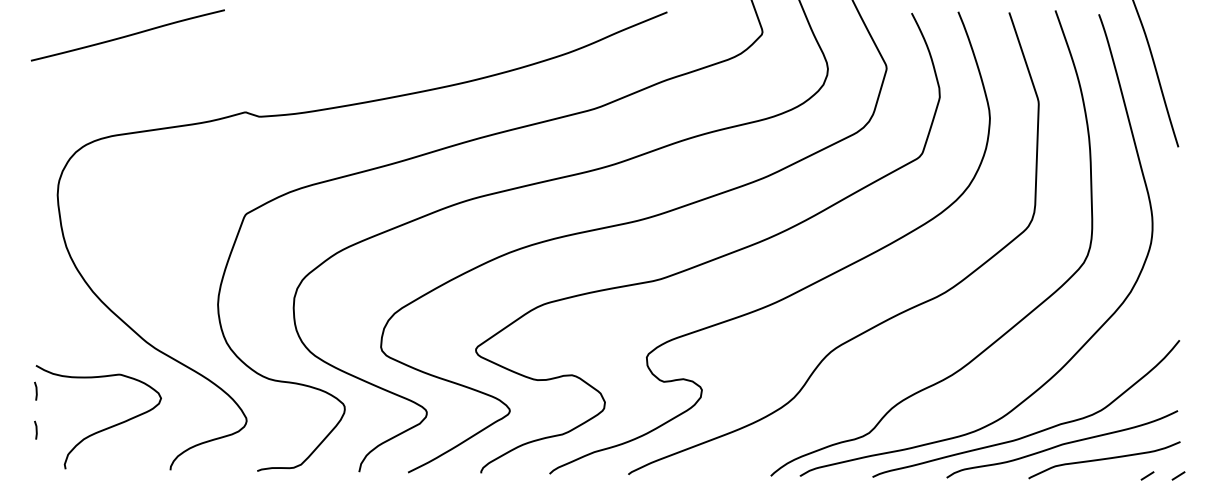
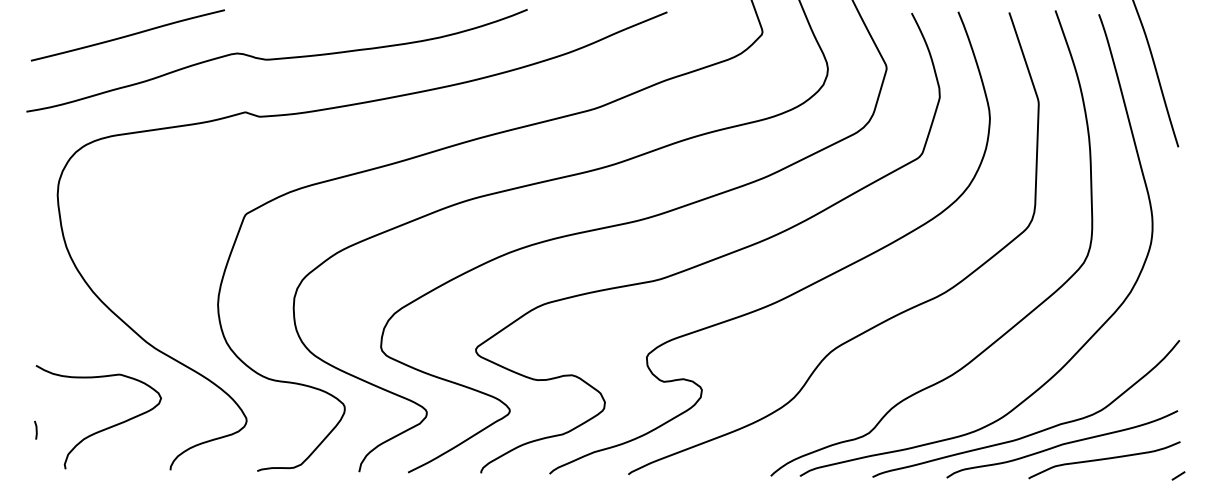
curve at (276, 59): none -> present
line at (35, 390): present -> none
line at (1147, 475): present -> none
